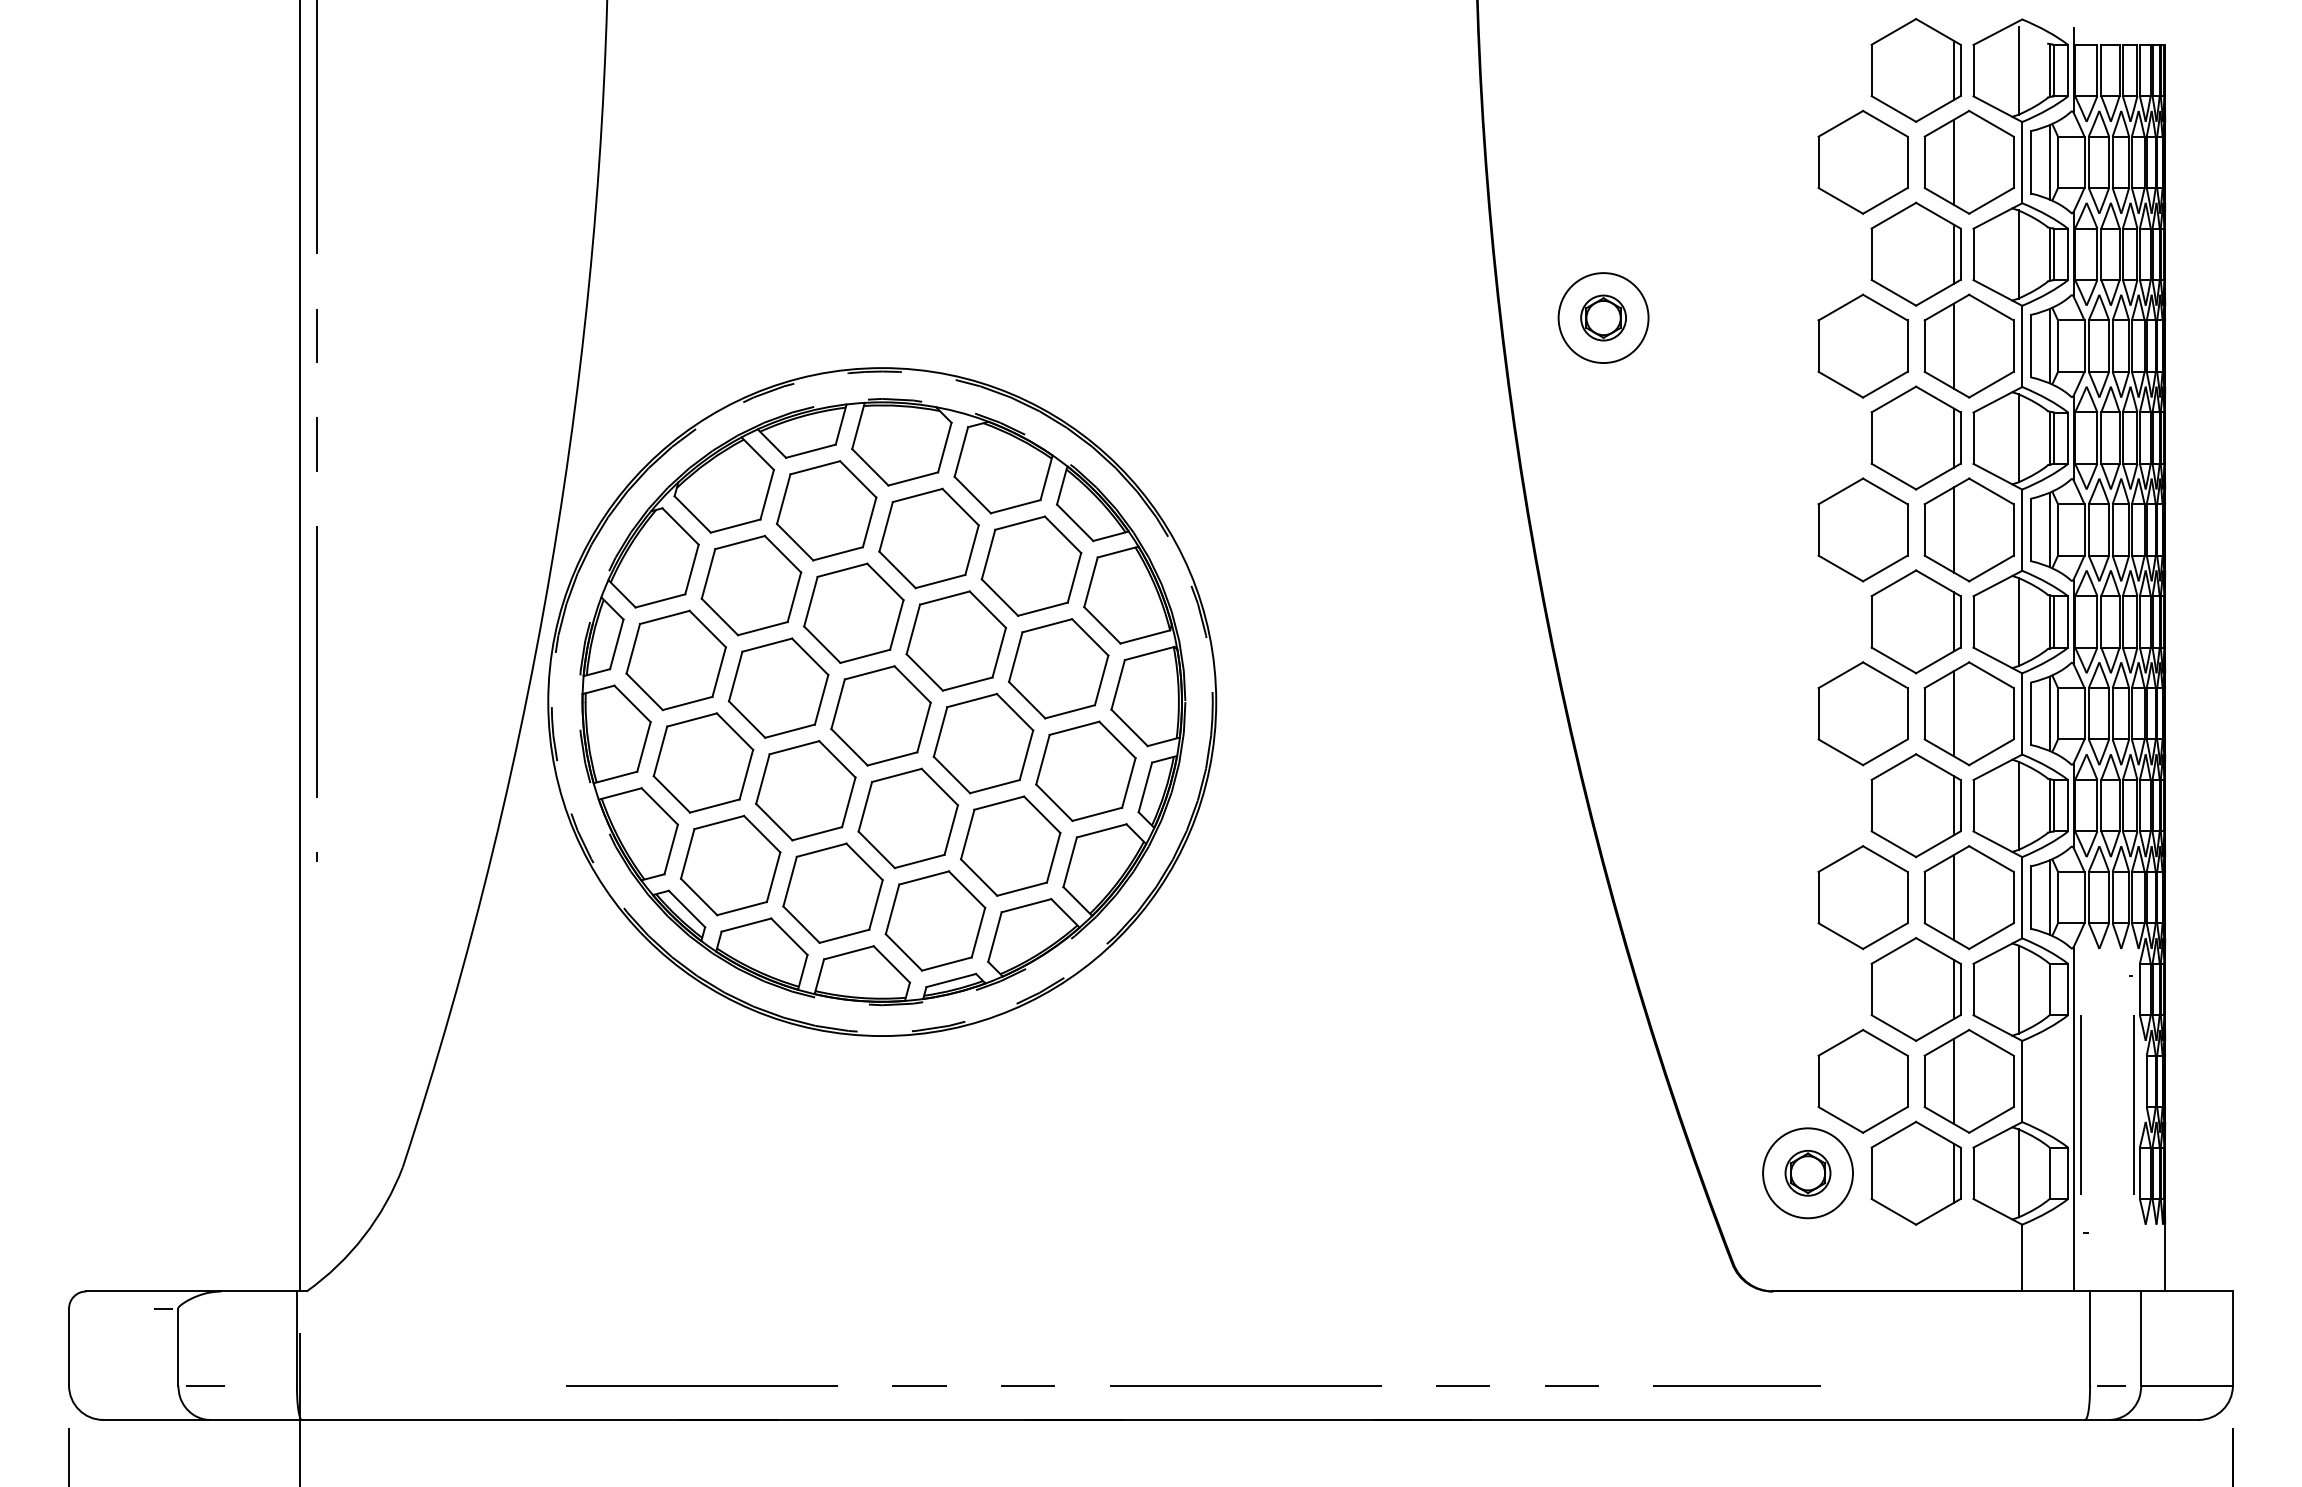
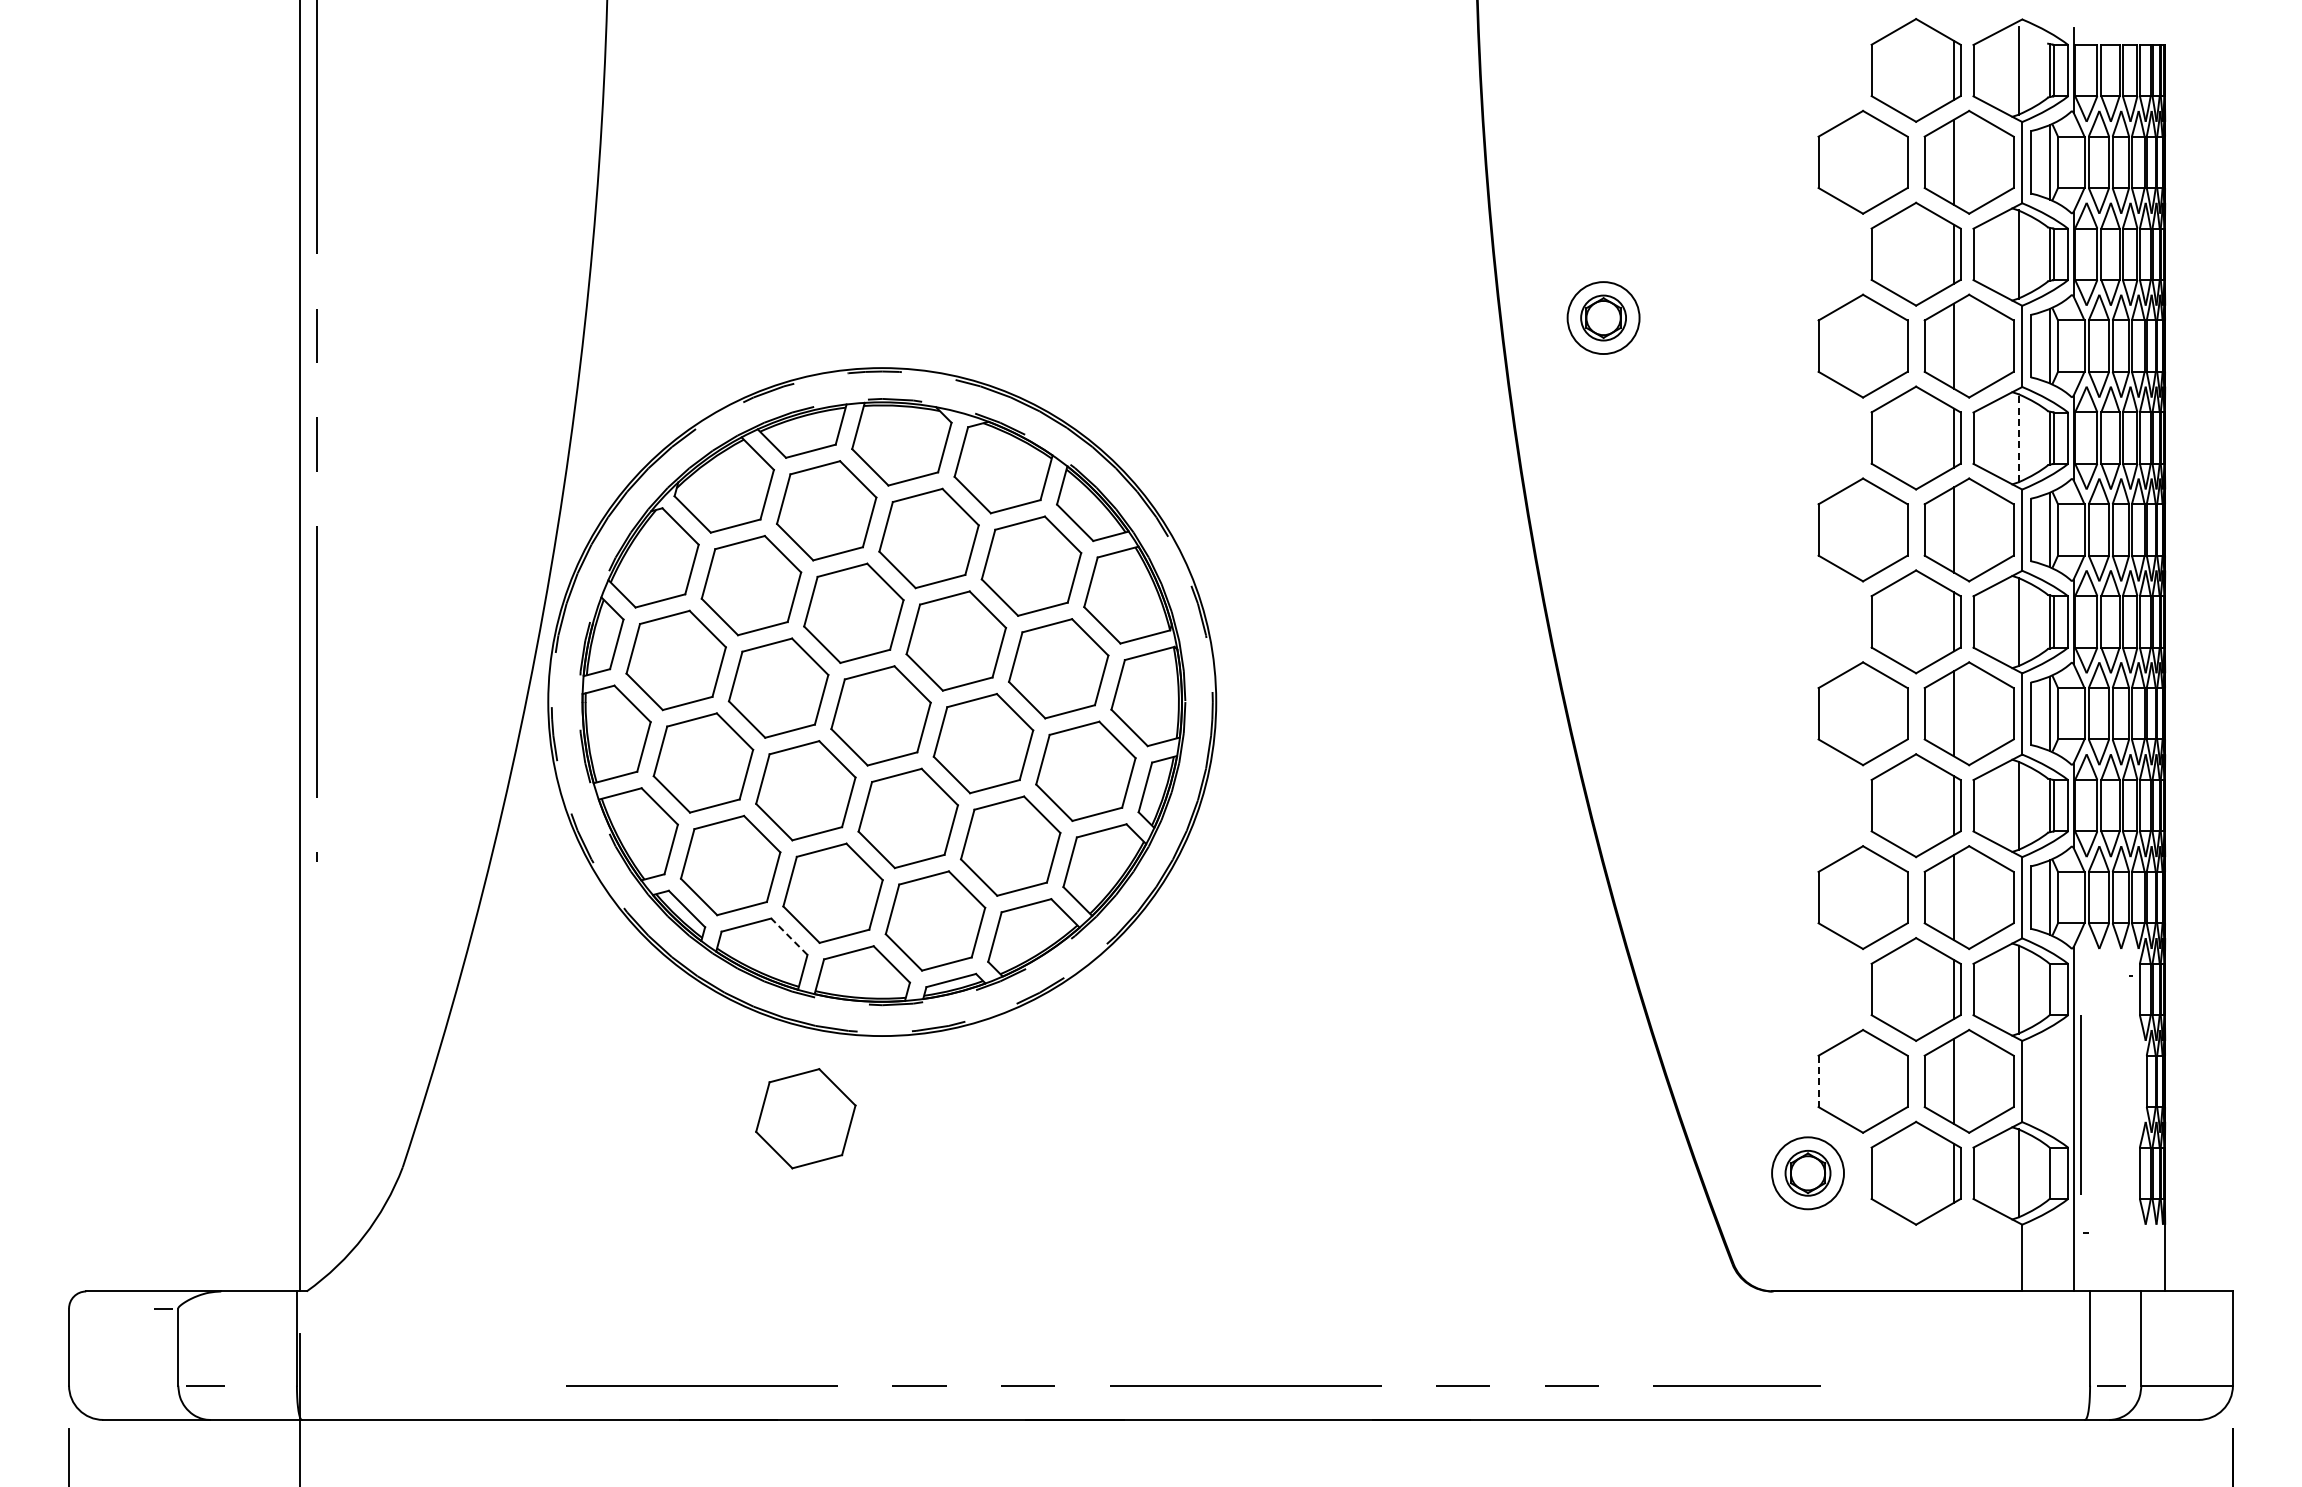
circle at (1603, 318) diameter: 90 px -> 72 px
line at (2018, 437): solid -> dashed
line at (789, 936): solid -> dashed
line at (1818, 1081): solid -> dashed
line at (2134, 1104): present -> none
part at (805, 1118): none -> present
circle at (1807, 1173) diameter: 90 px -> 72 px
